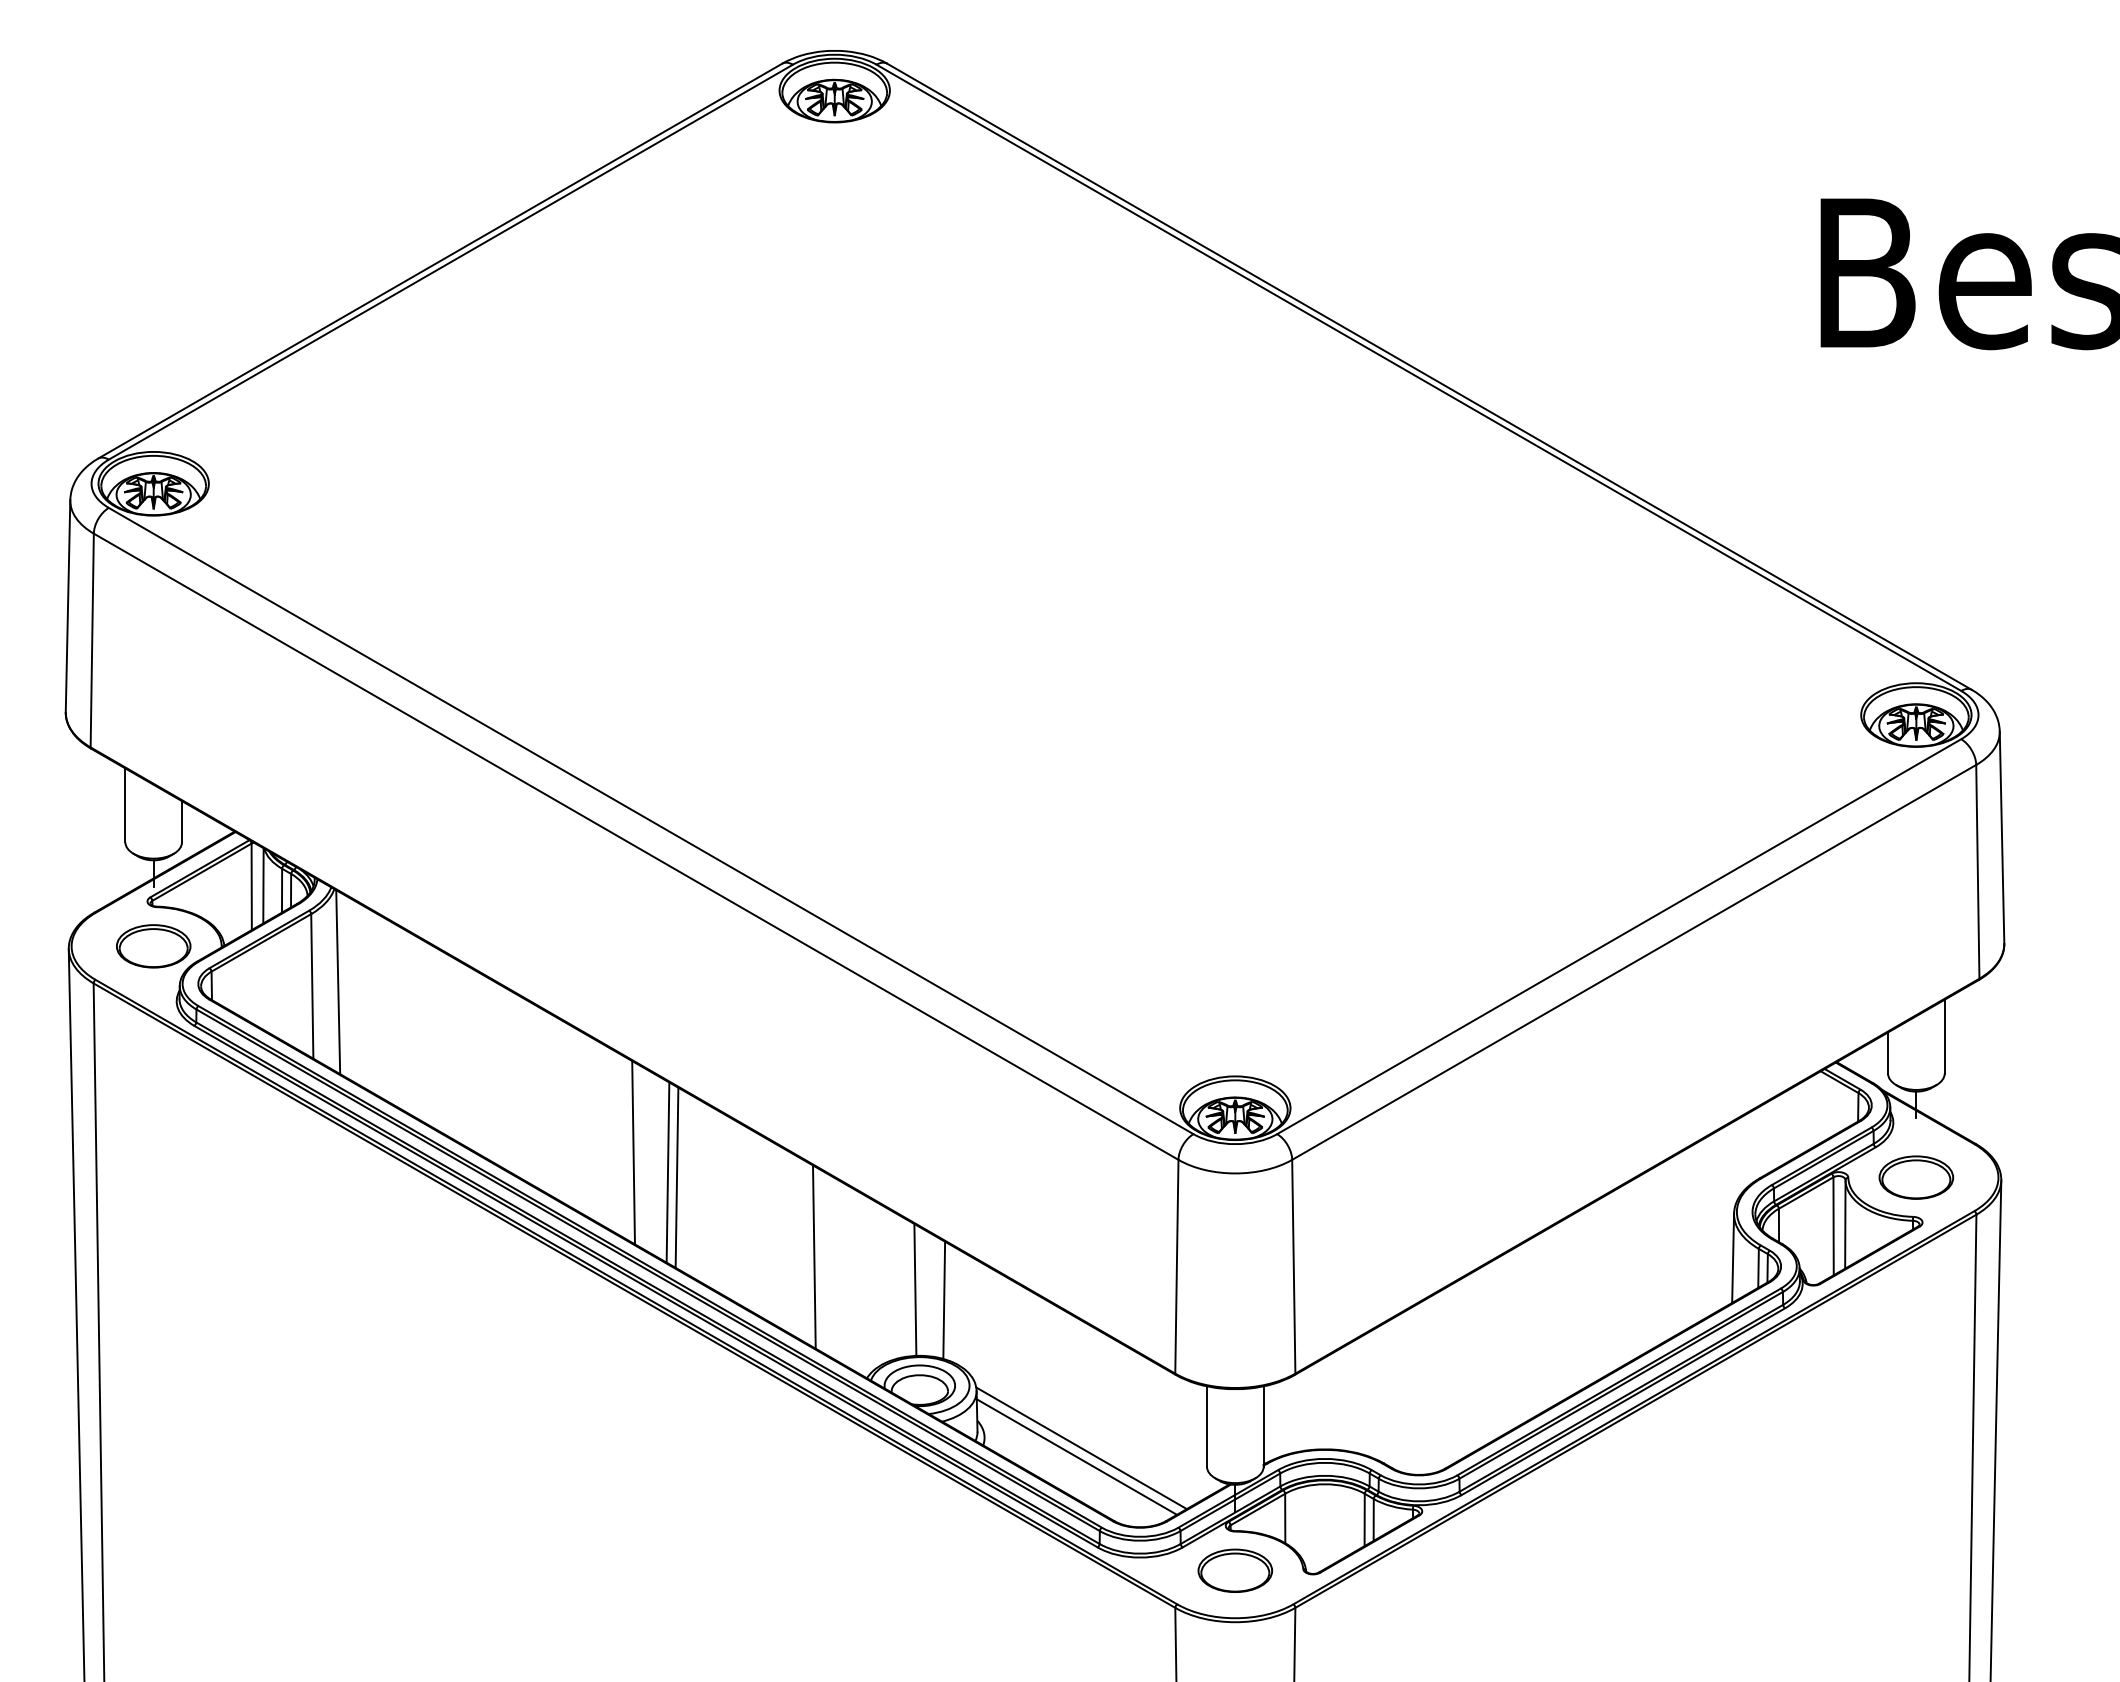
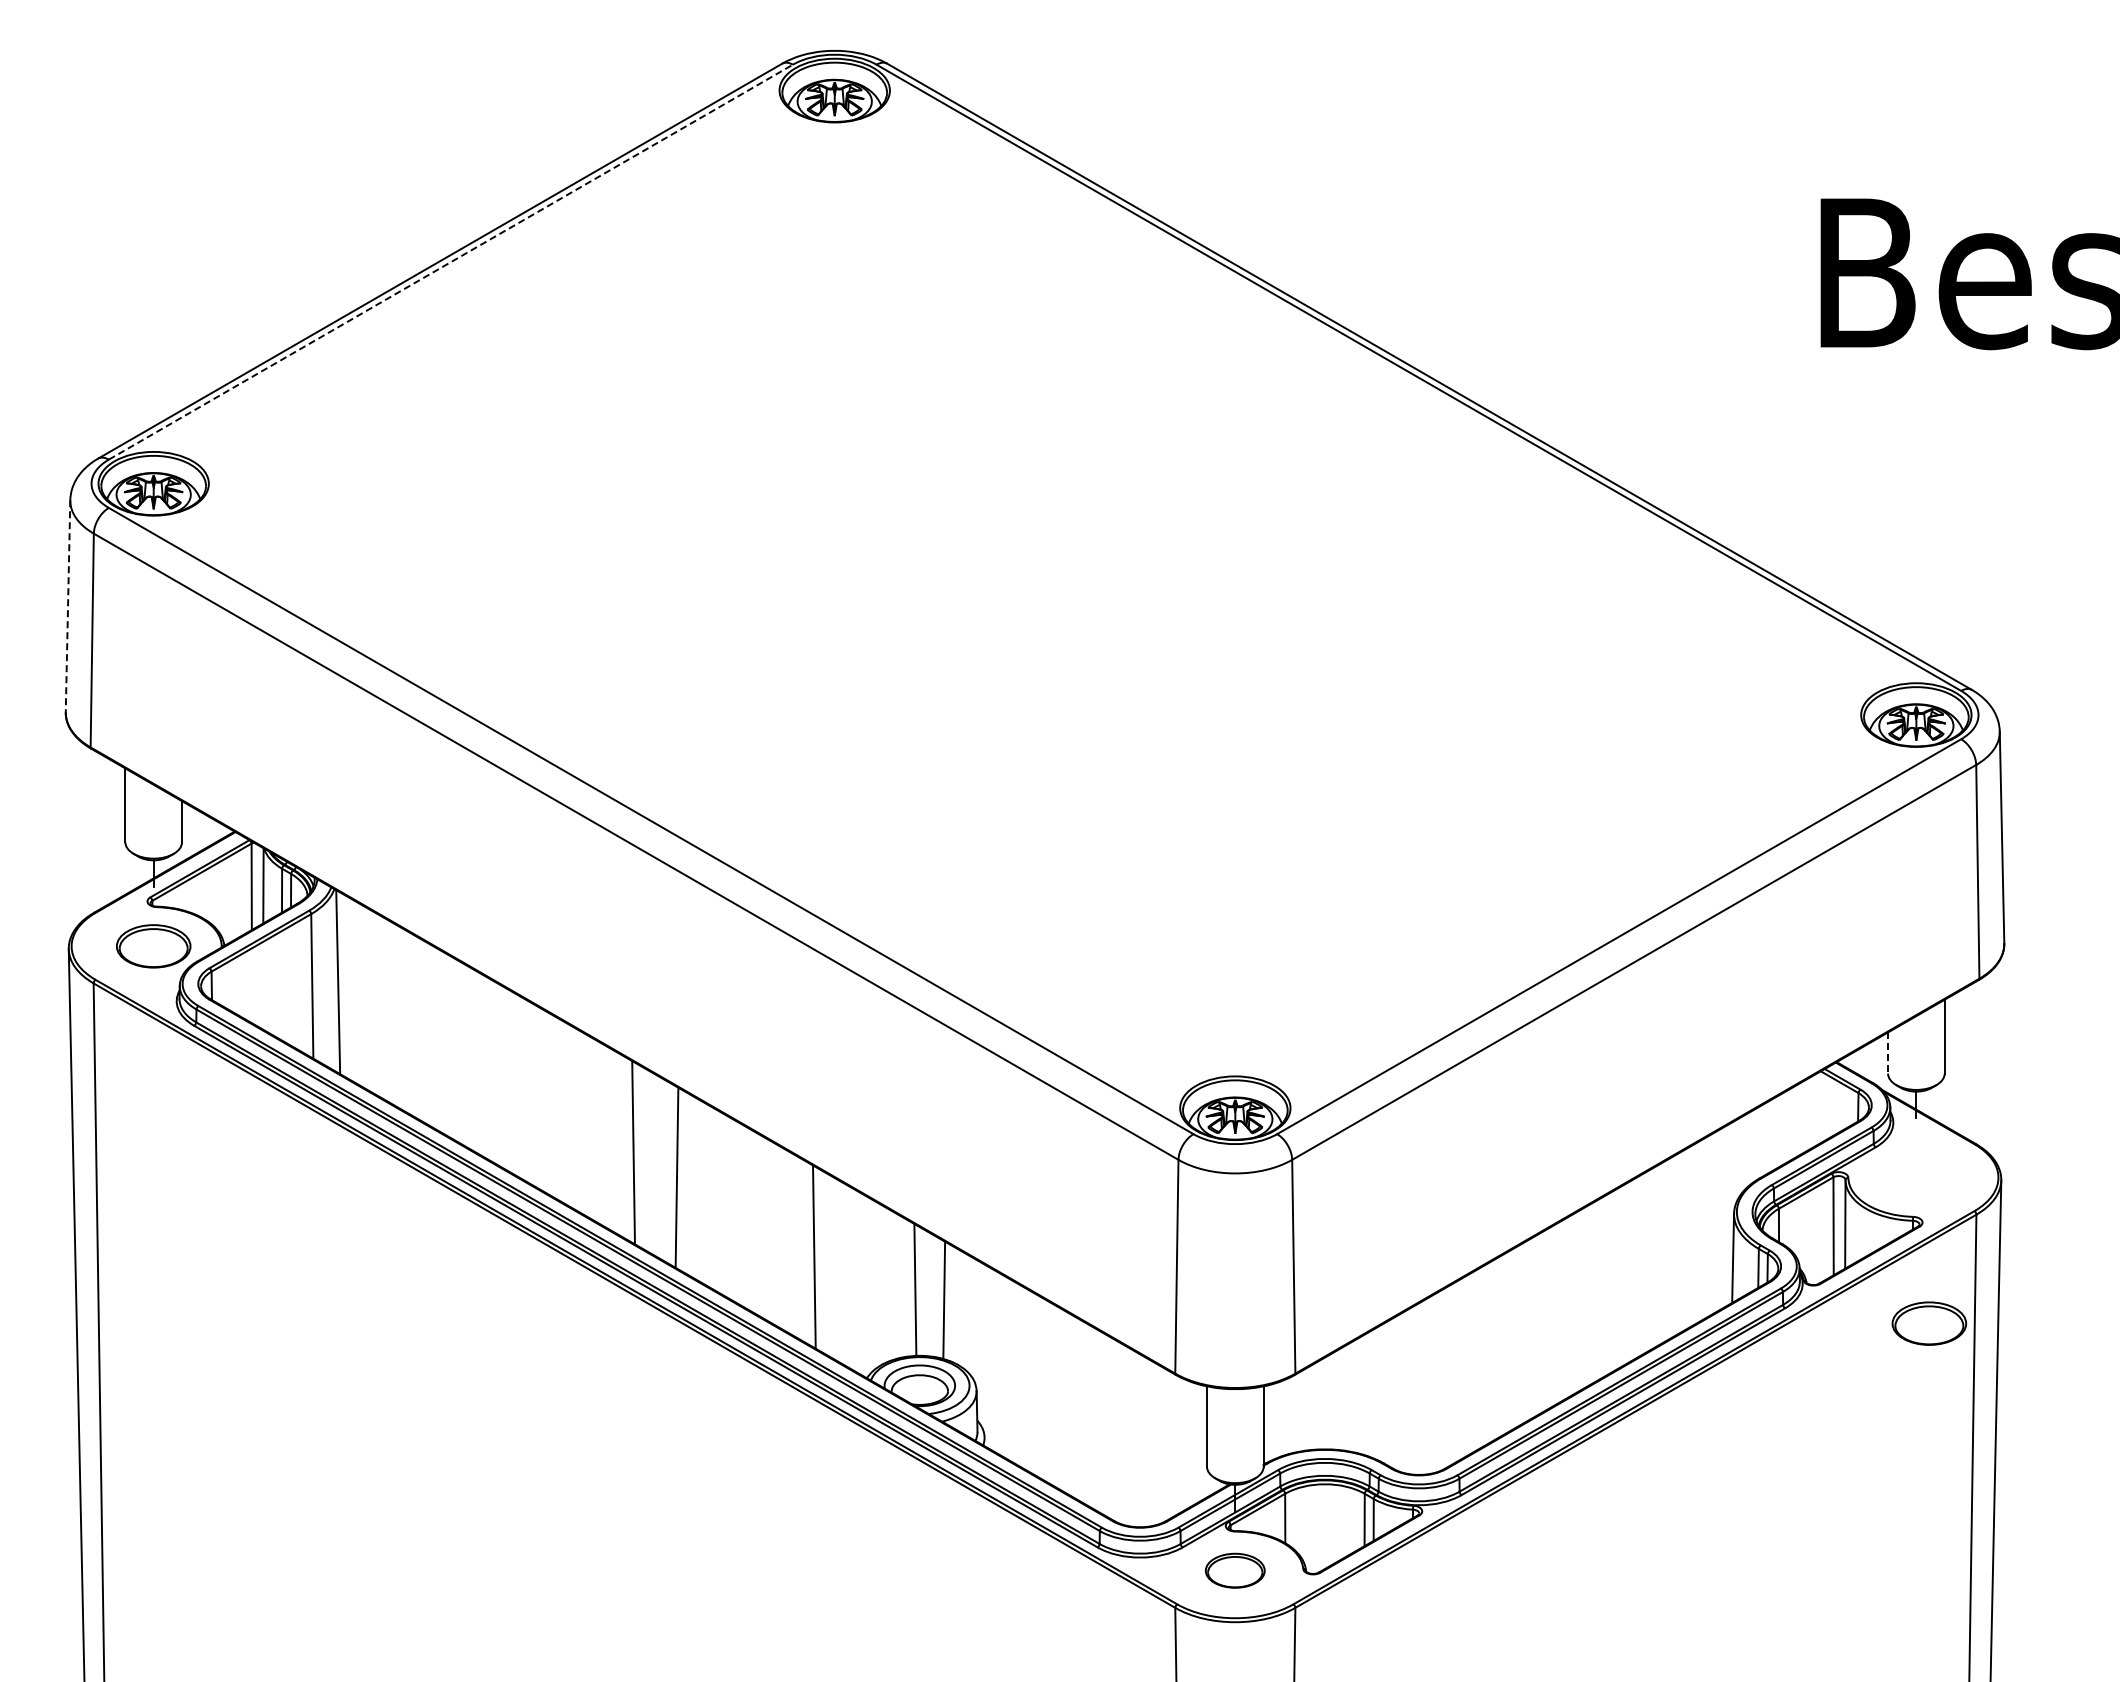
line at (450, 262): solid -> dashed
line at (68, 606): solid -> dashed
line at (1888, 1053): solid -> dashed
line at (667, 1172): present -> none
part at (1916, 1177) position: (1916, 1177) -> (1929, 1323)
line at (1081, 1448): present -> none
line at (1076, 1456): present -> none
part at (1234, 1570) size: 76x45 px -> 62x37 px
